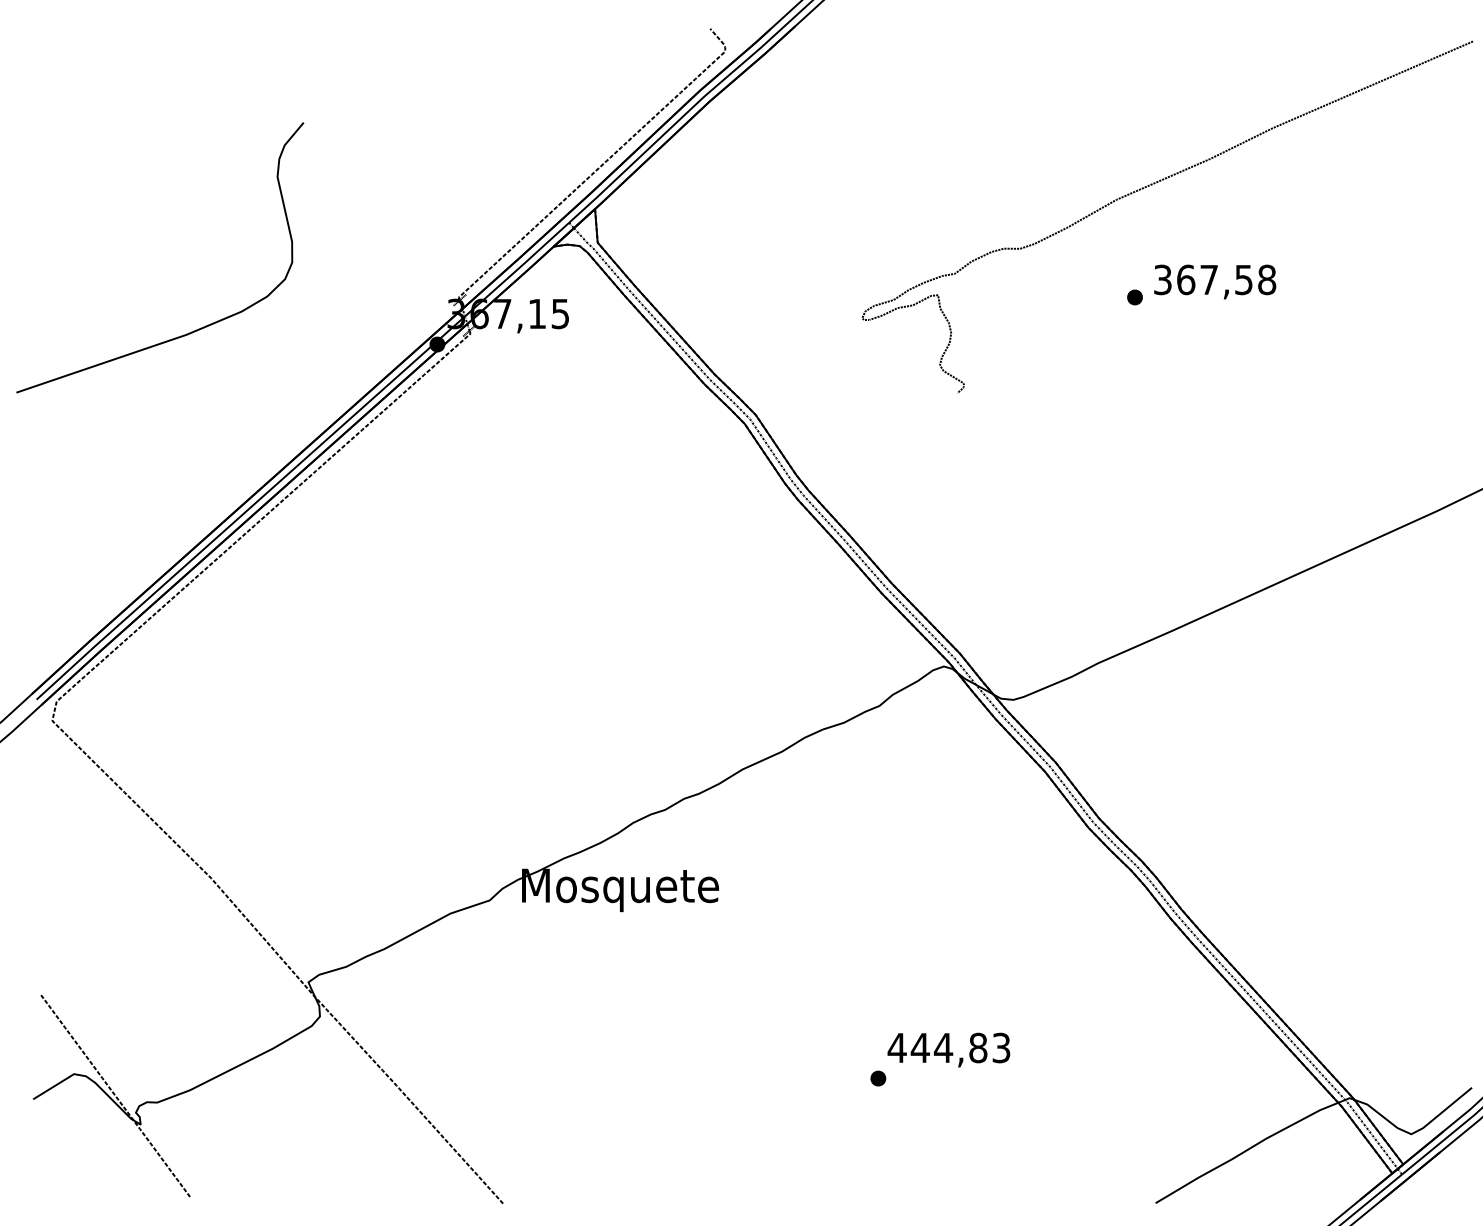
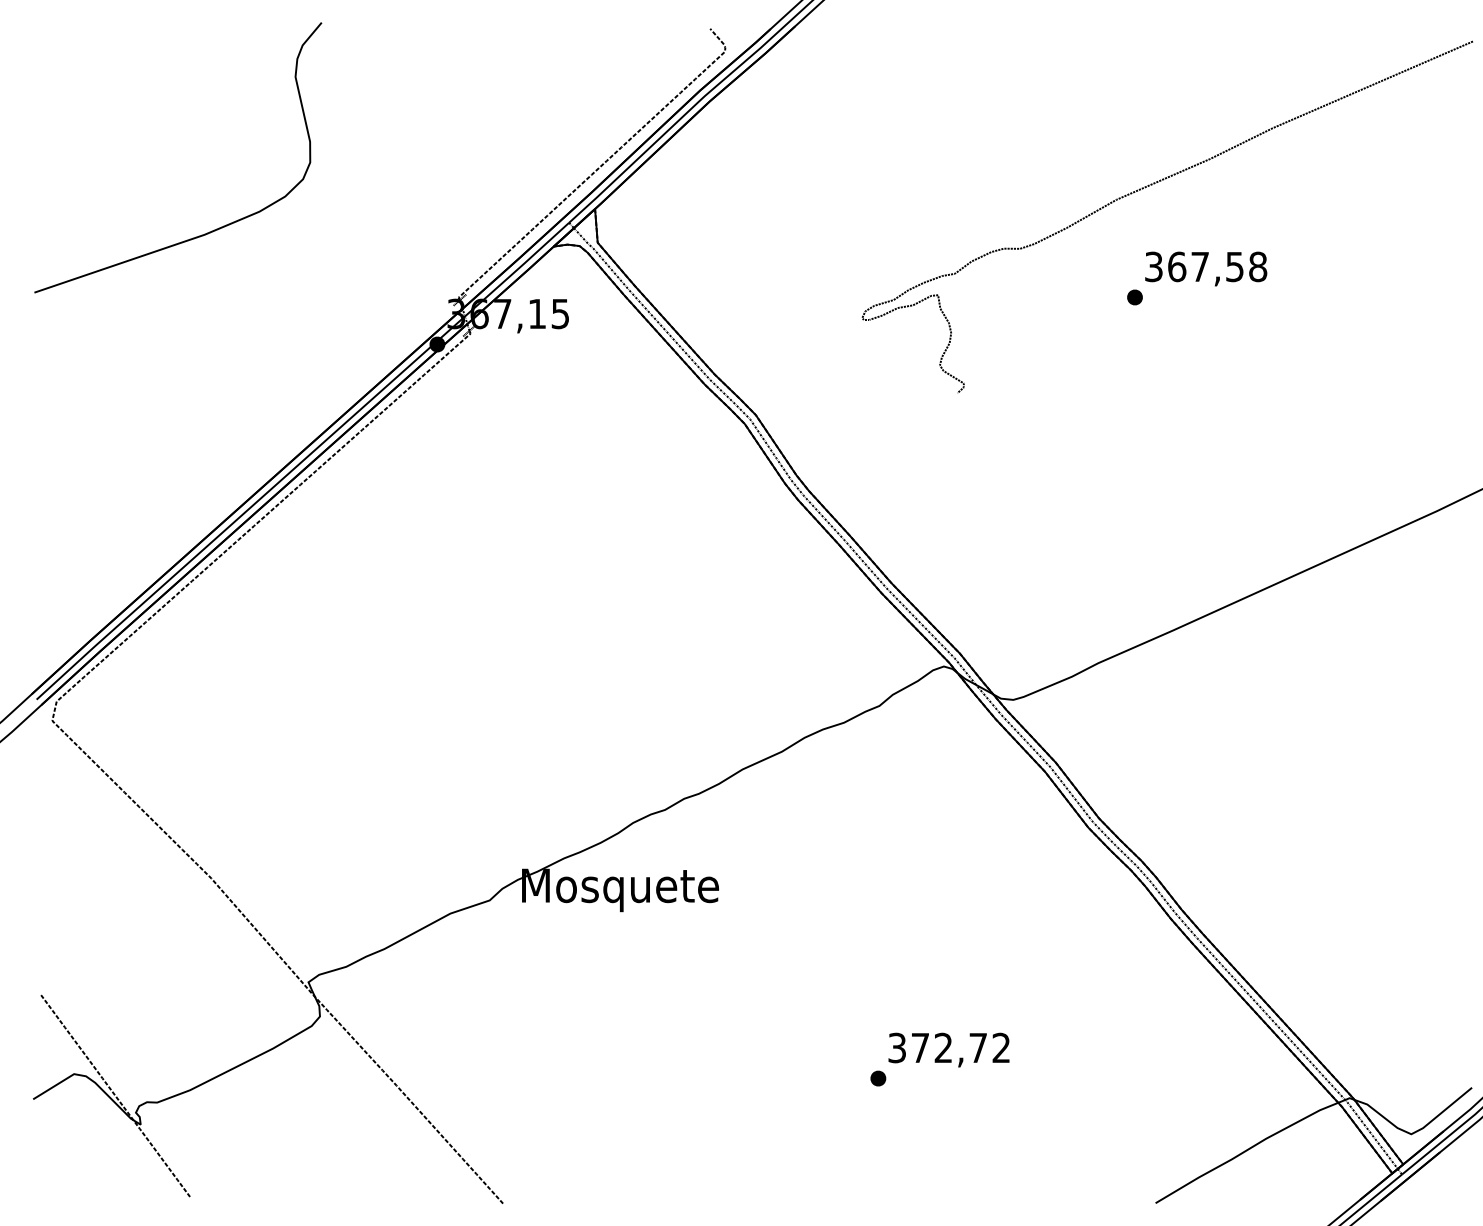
text at (1215, 281) position: (1215, 281) -> (1206, 268)
curve at (193, 330) position: (193, 330) -> (211, 230)
text at (948, 1047): 444,83 -> 372,72
